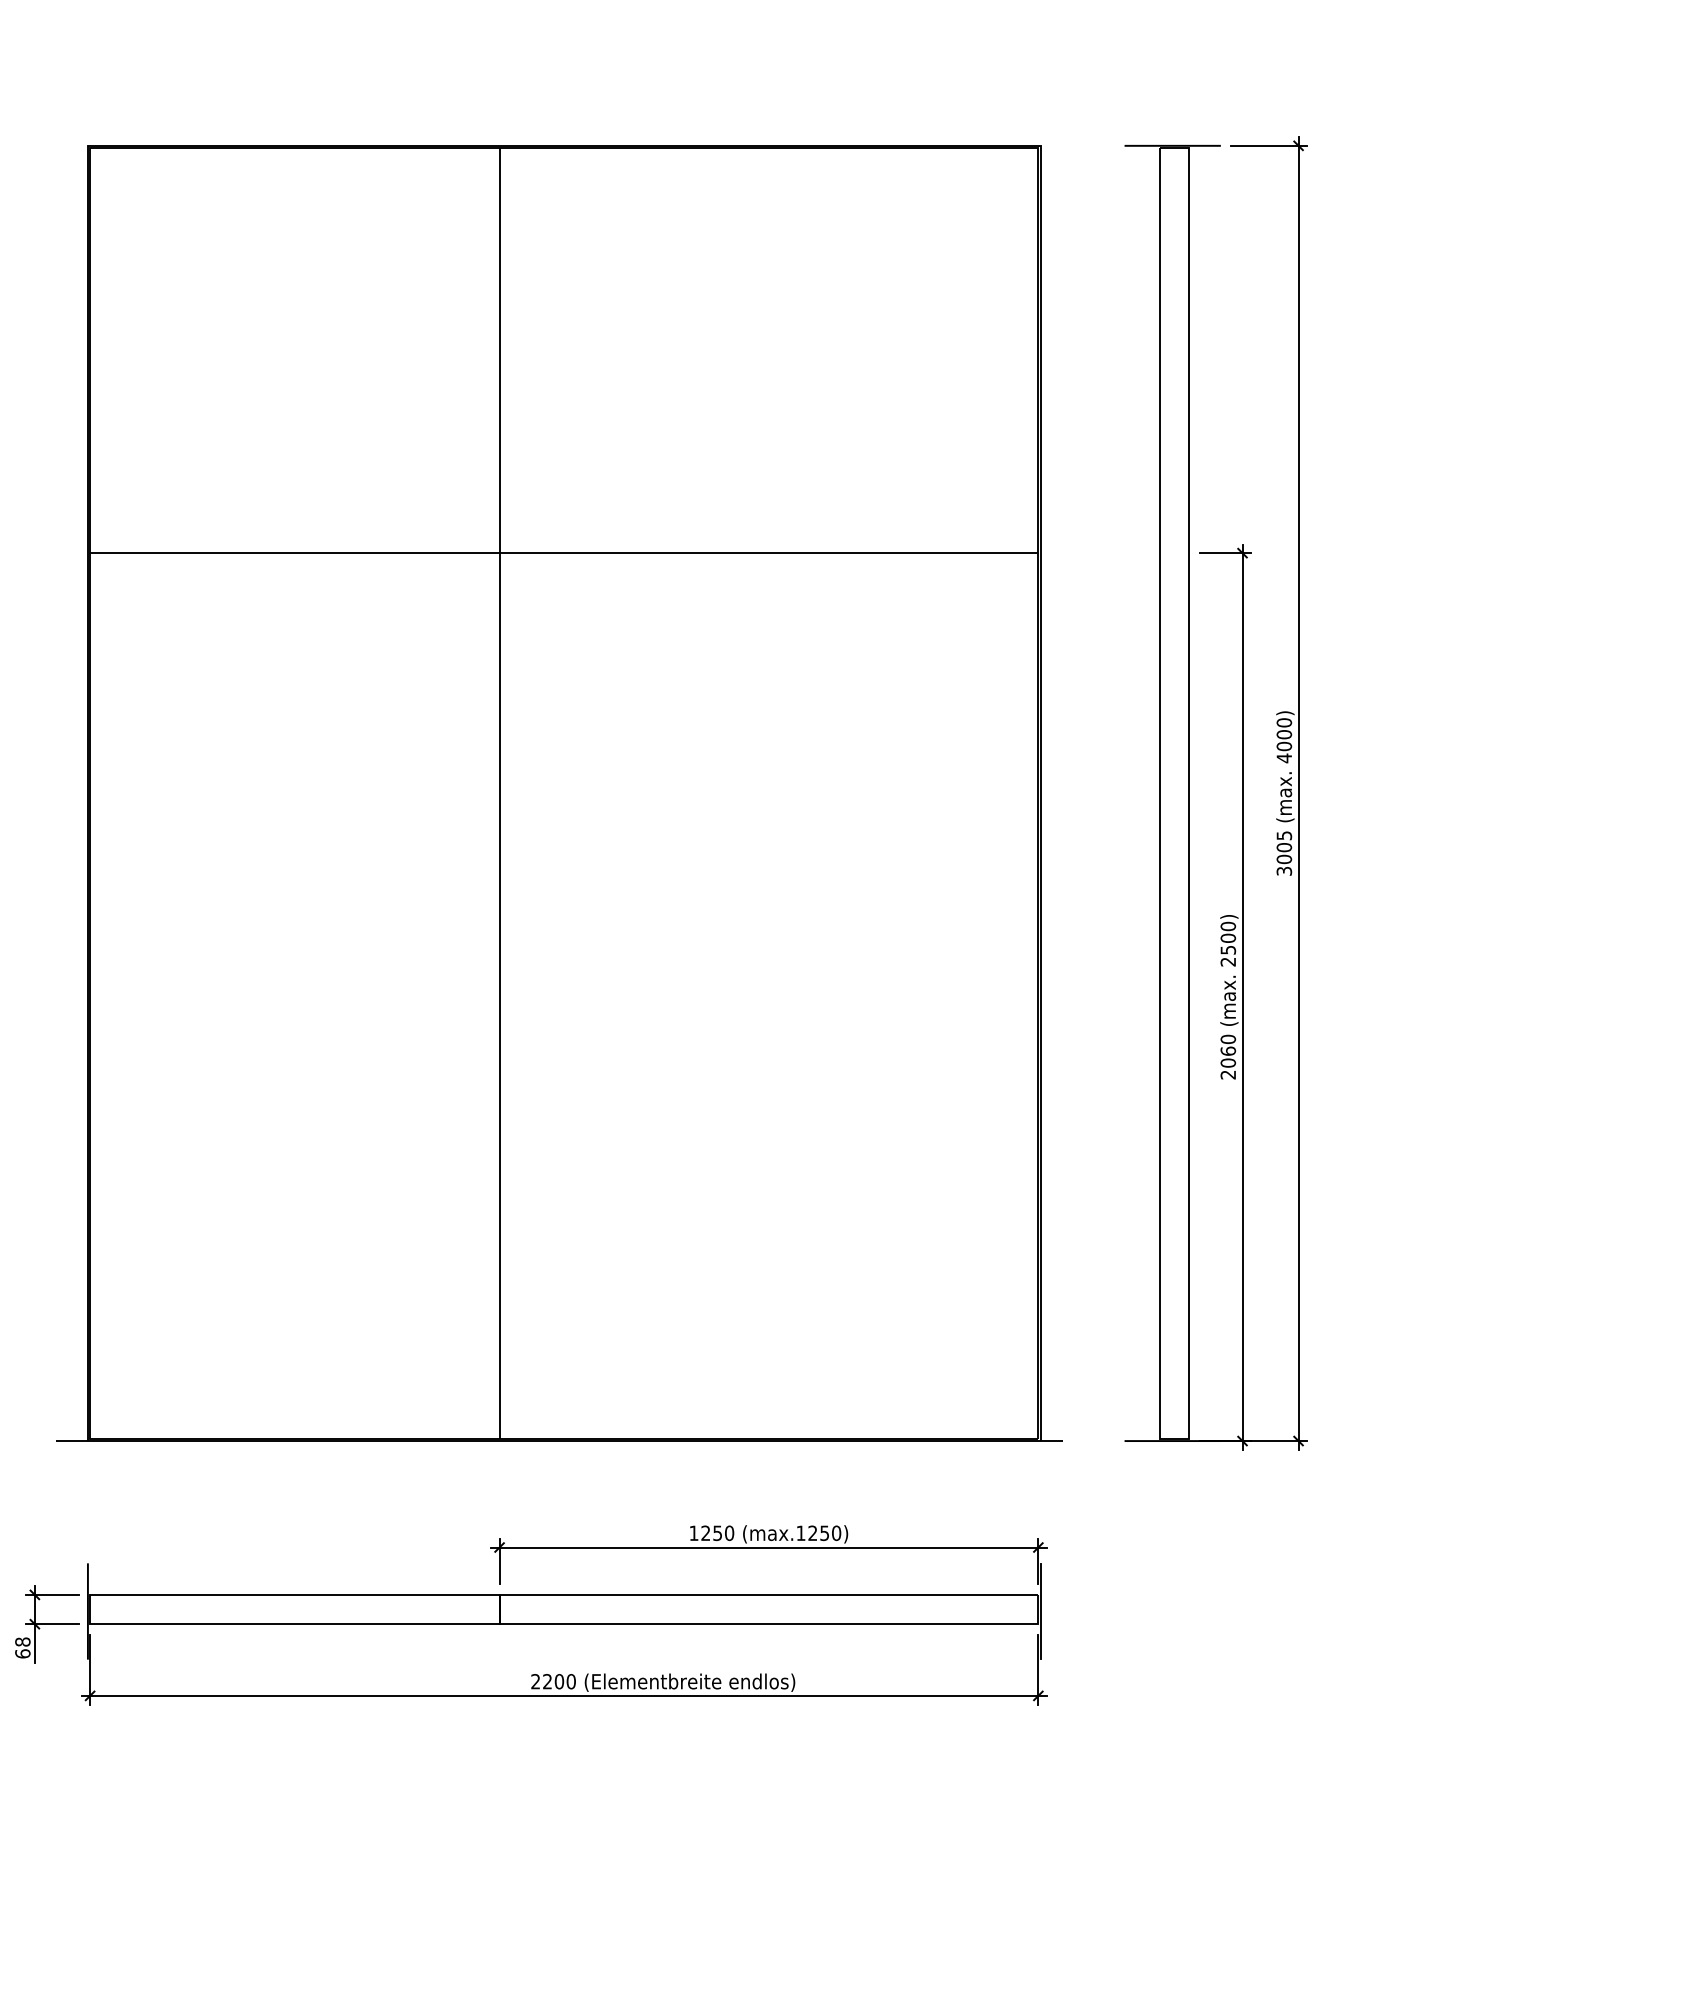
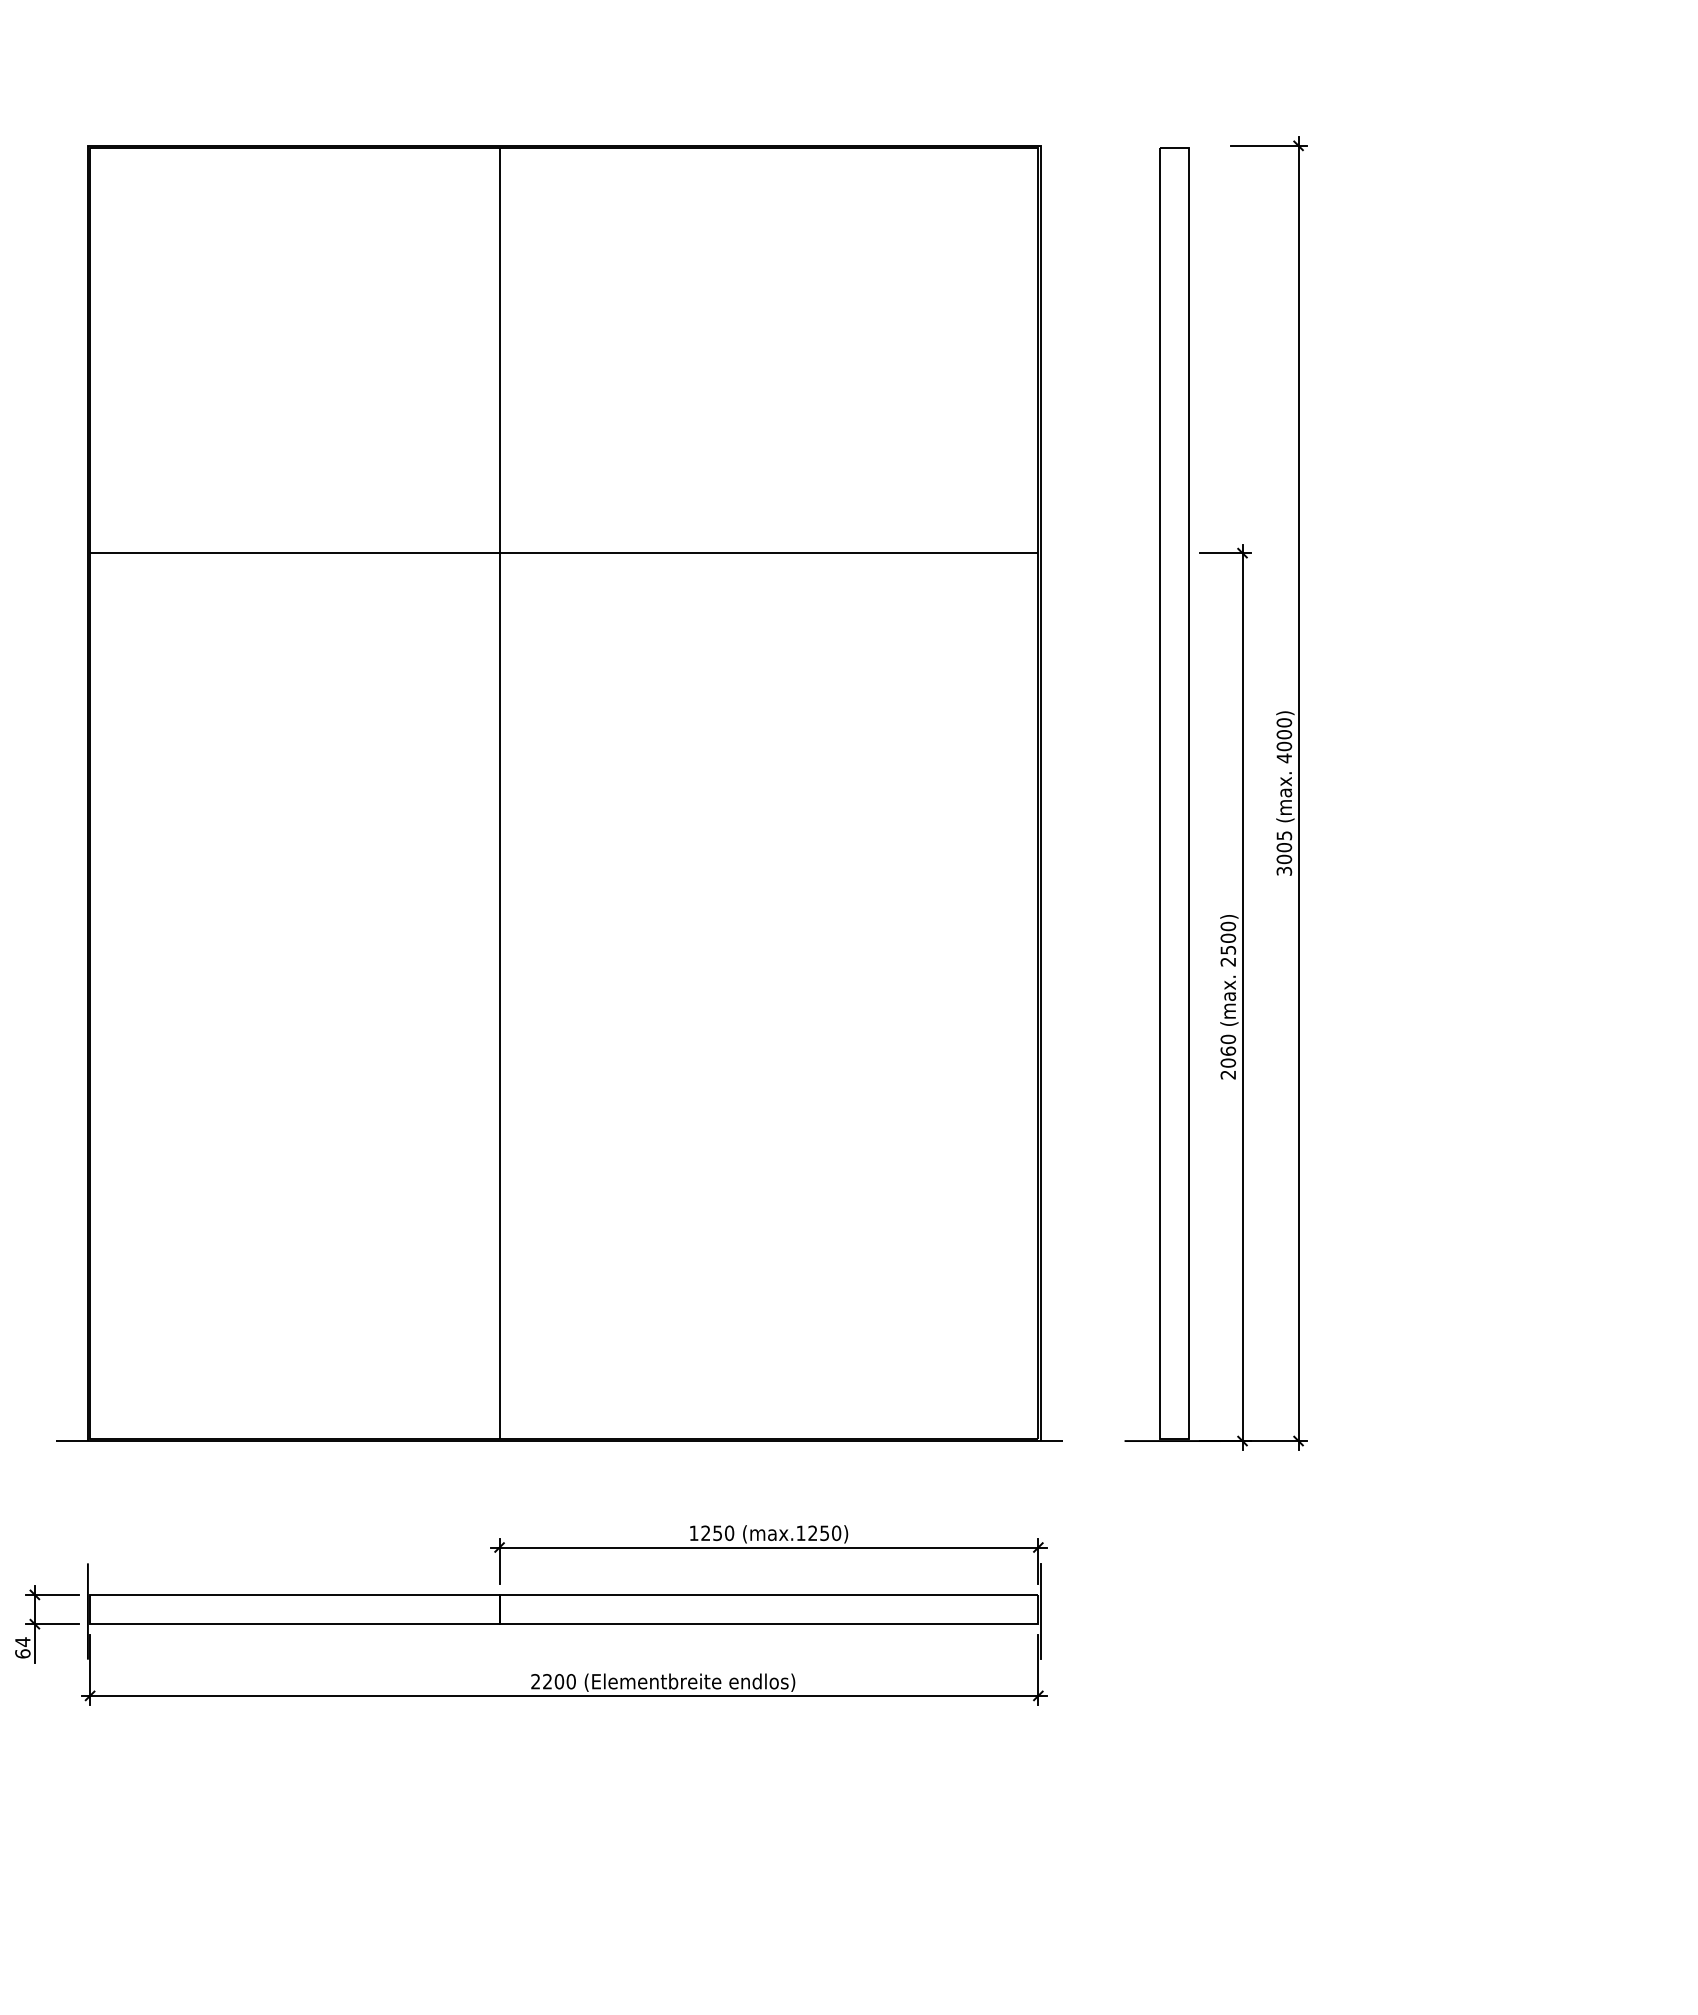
line at (1172, 145): present -> none
text at (22, 1641): 68 -> 64
